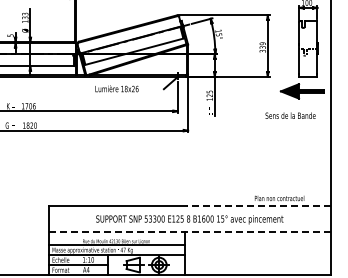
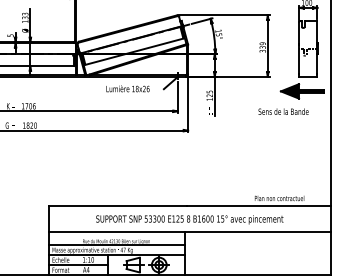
text at (116, 88) position: (116, 88) -> (127, 88)
text at (290, 115) position: (290, 115) -> (283, 111)
line at (258, 206): dashed -> solid
line at (190, 232): dashed -> solid
